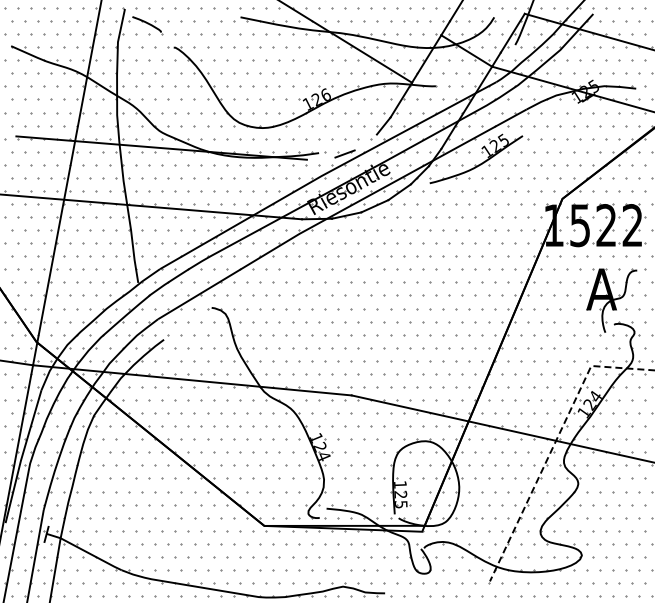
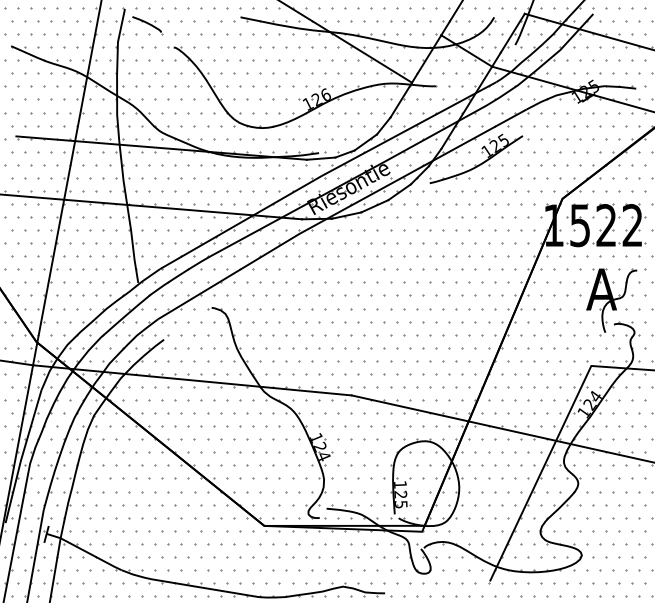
line at (365, 142): none -> present
line at (320, 158): none -> present
line at (554, 444): dashed -> solid
